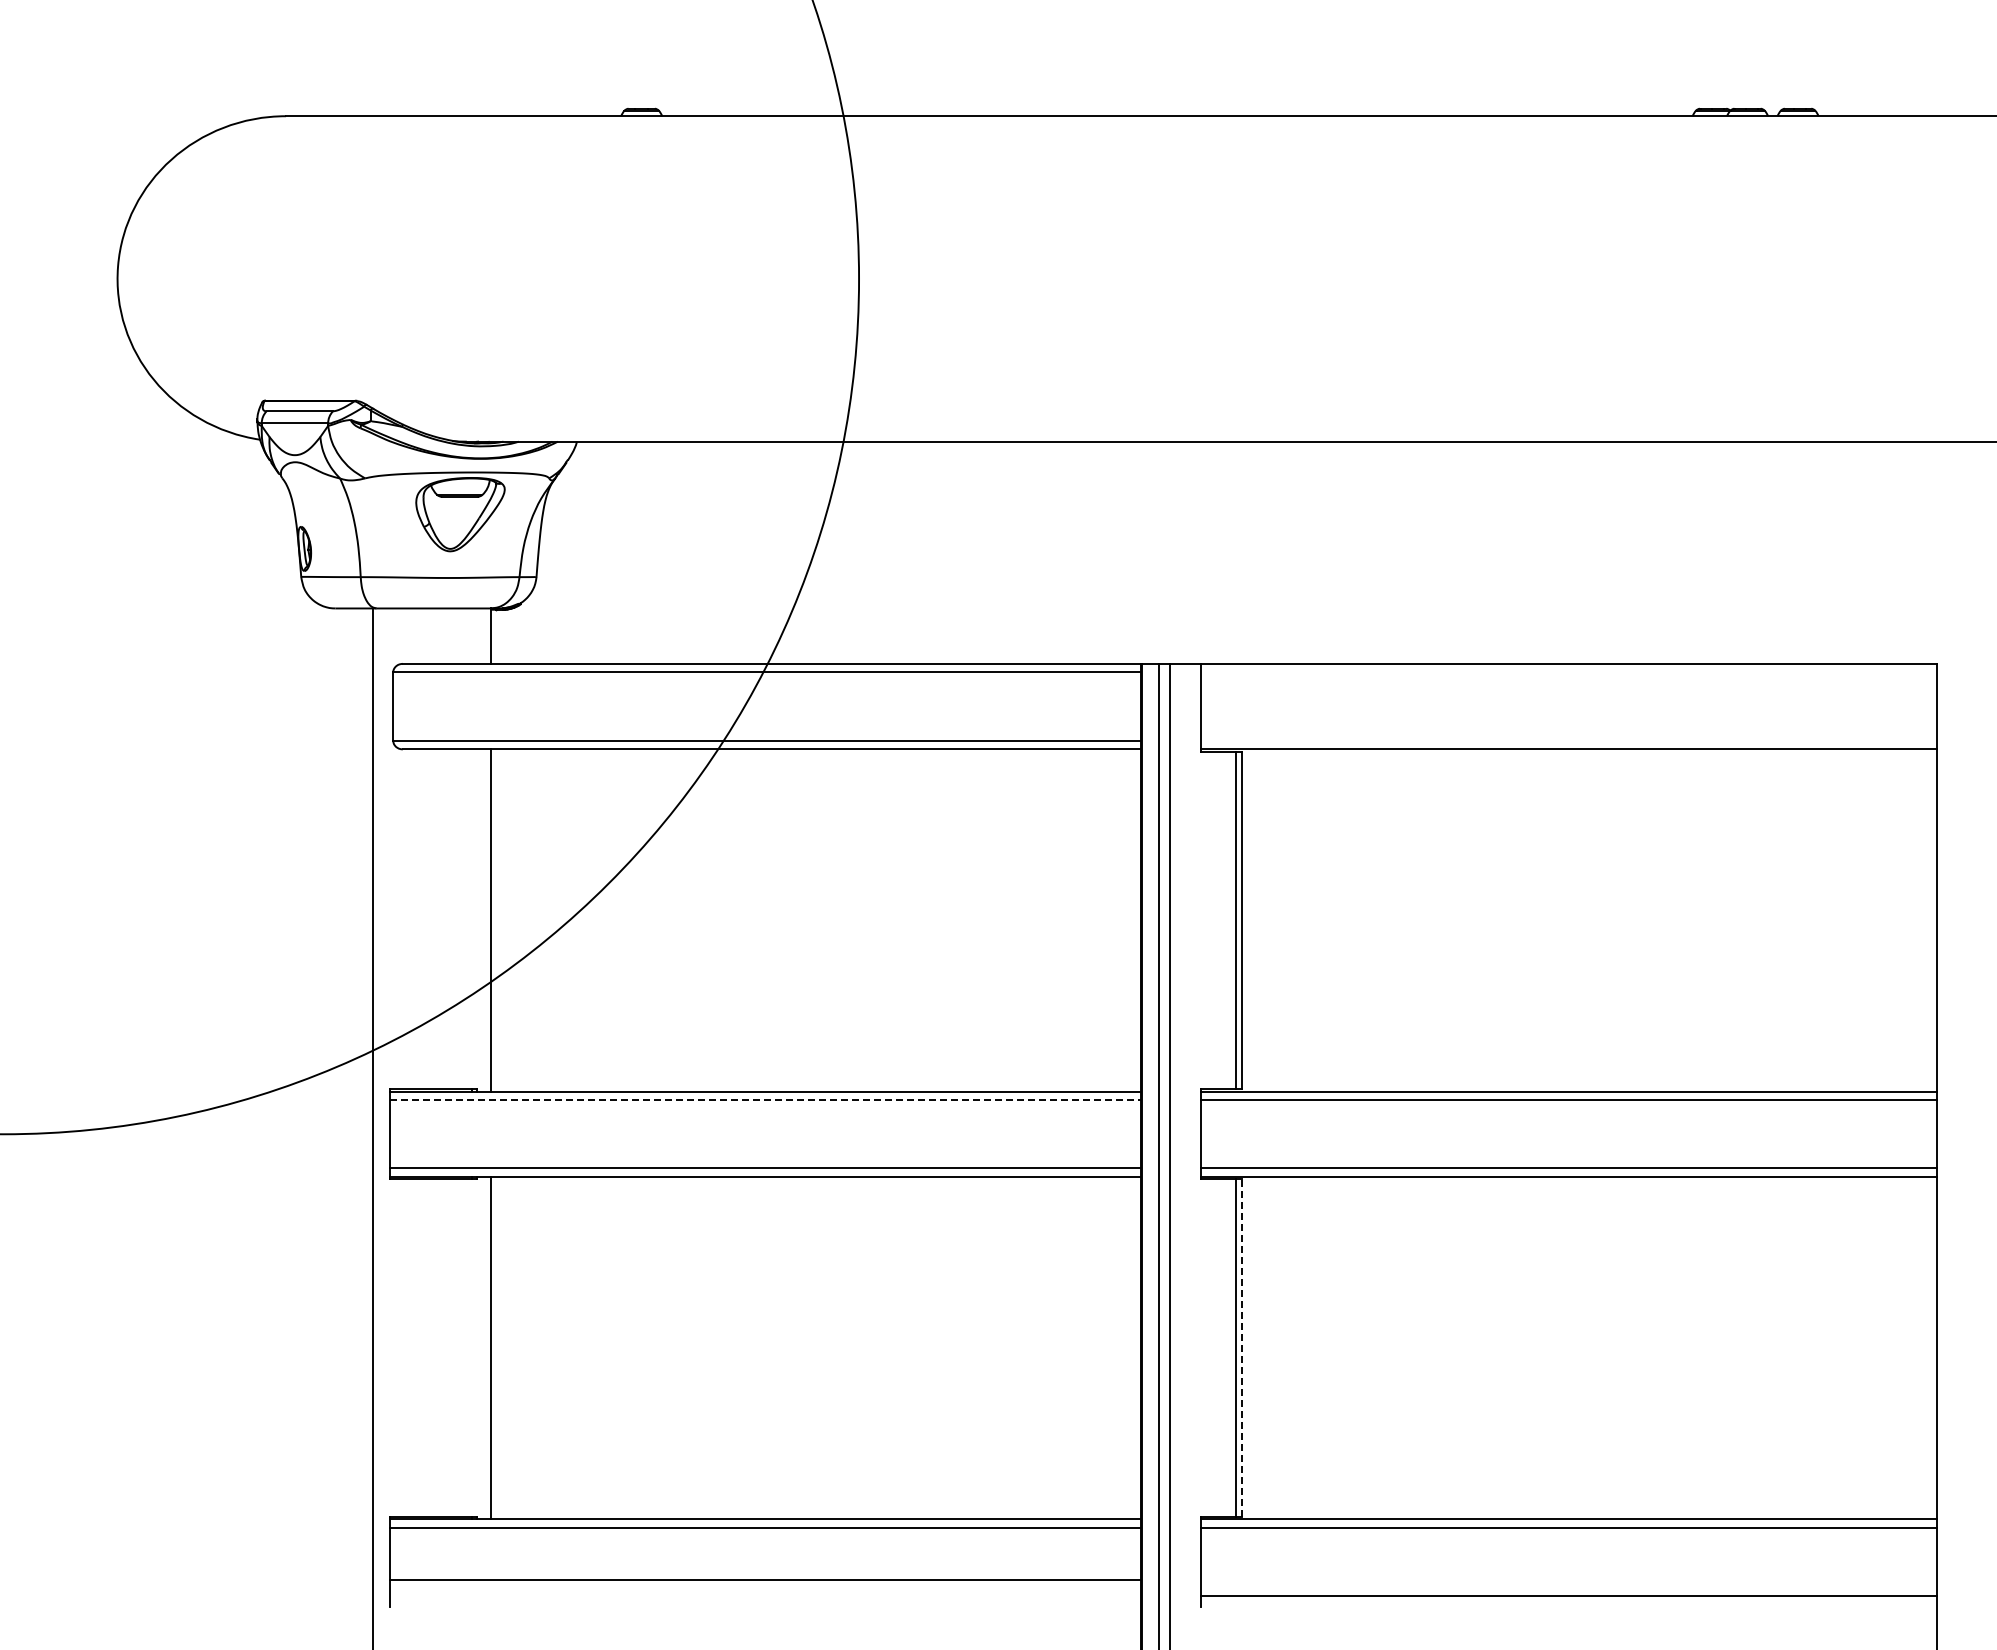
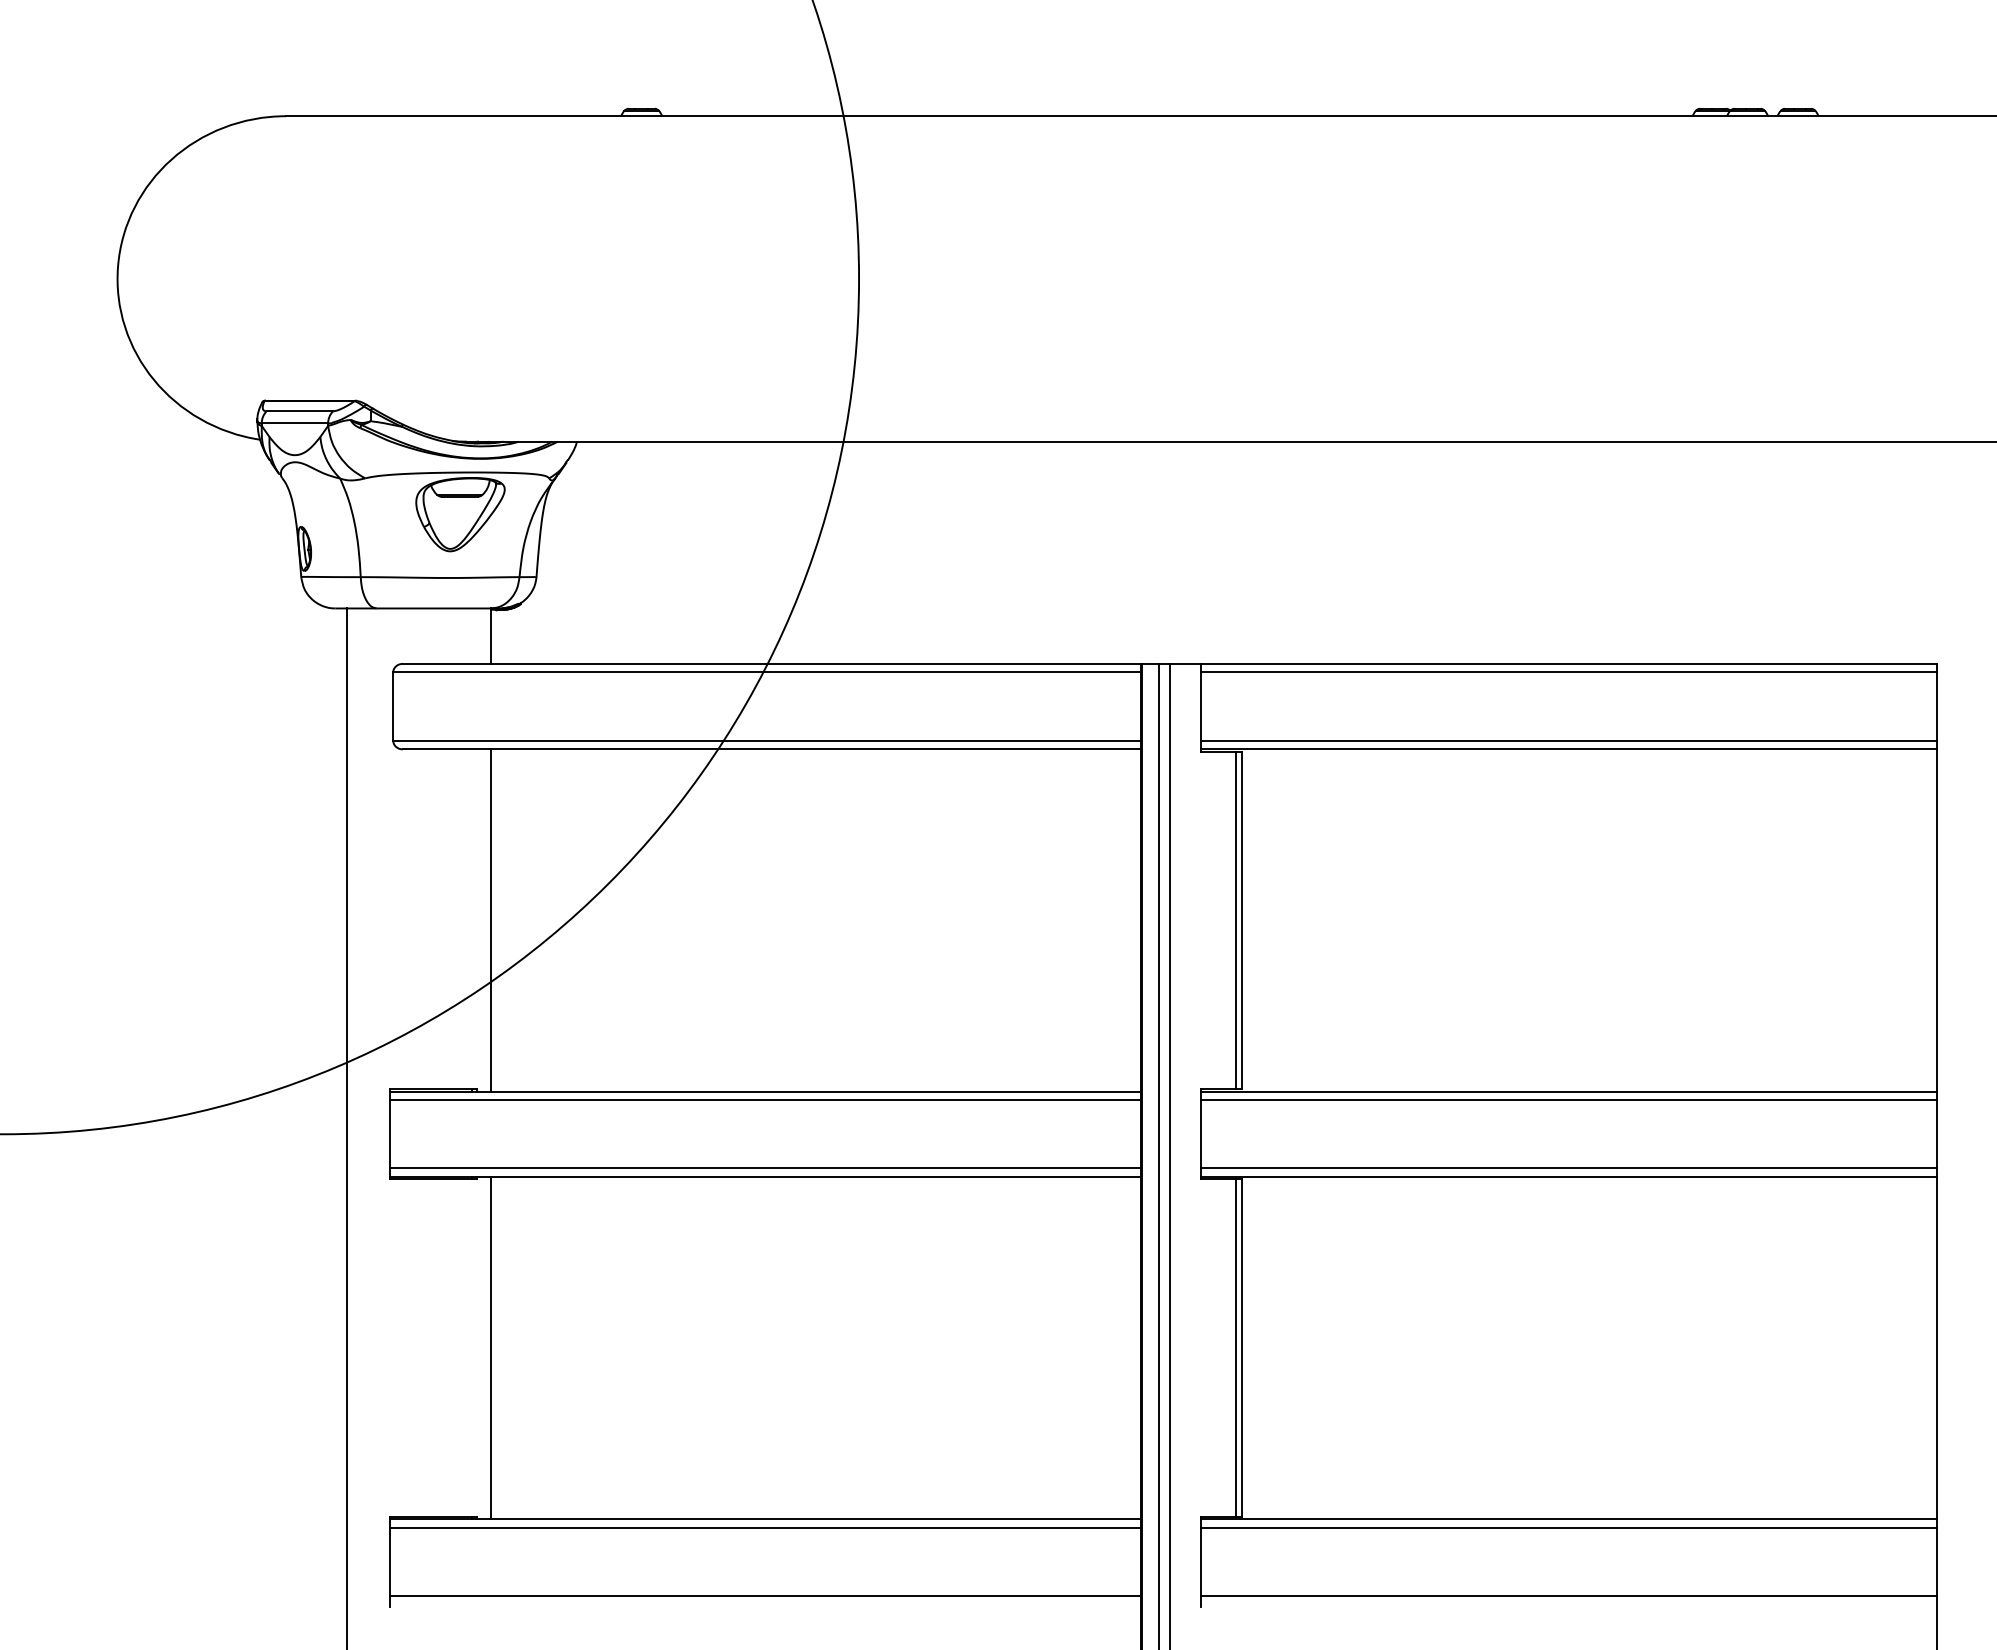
line at (1568, 672): none -> present
line at (1568, 740): none -> present
line at (765, 1100): dashed -> solid
line at (372, 1127) position: (372, 1127) -> (346, 1127)
line at (1242, 1348): dashed -> solid
line at (765, 1580) position: (765, 1580) -> (765, 1596)
